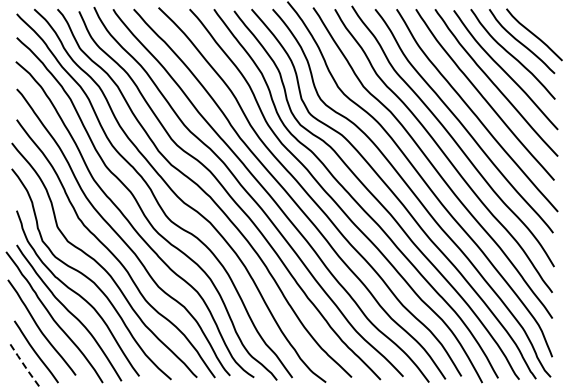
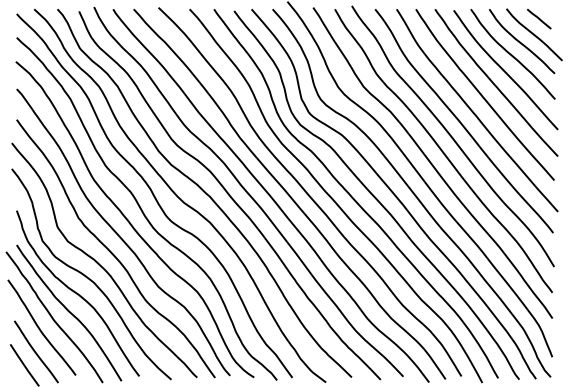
line at (539, 18): none -> present
line at (24, 365): dashed -> solid
